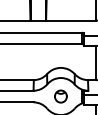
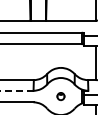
line at (16, 90): solid -> dashed
part at (60, 96) size: 14x15 px -> 10x9 px
